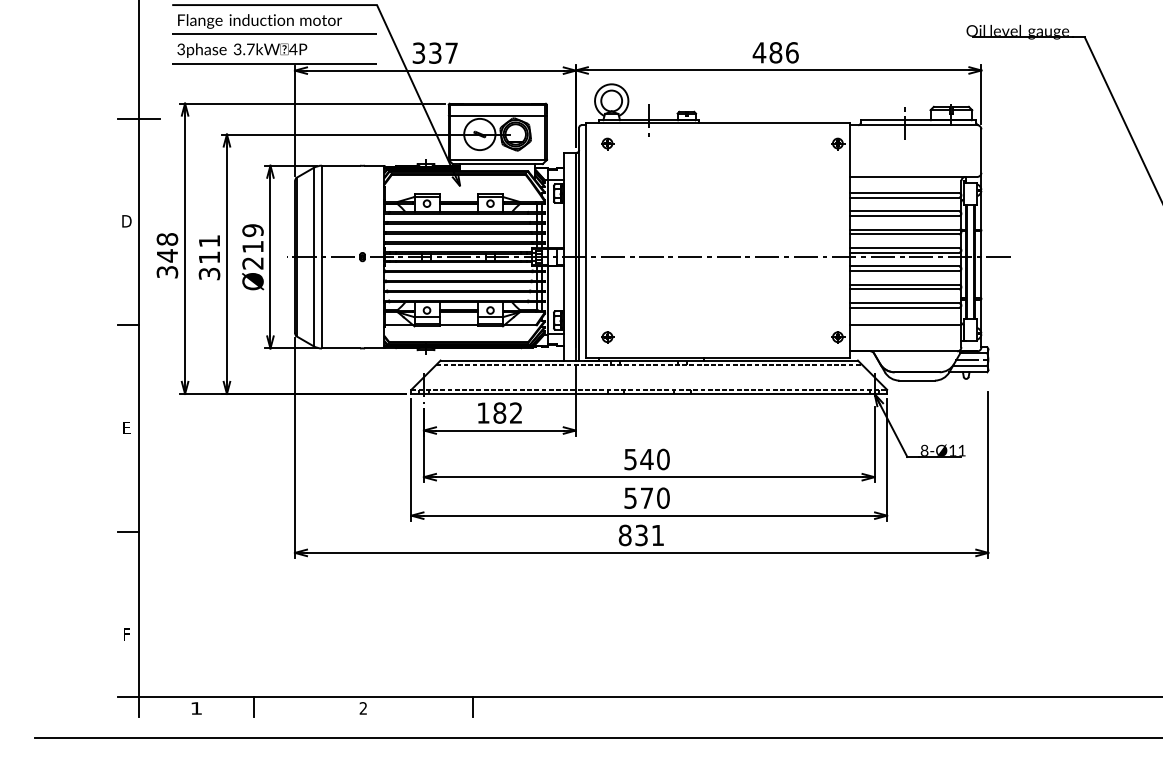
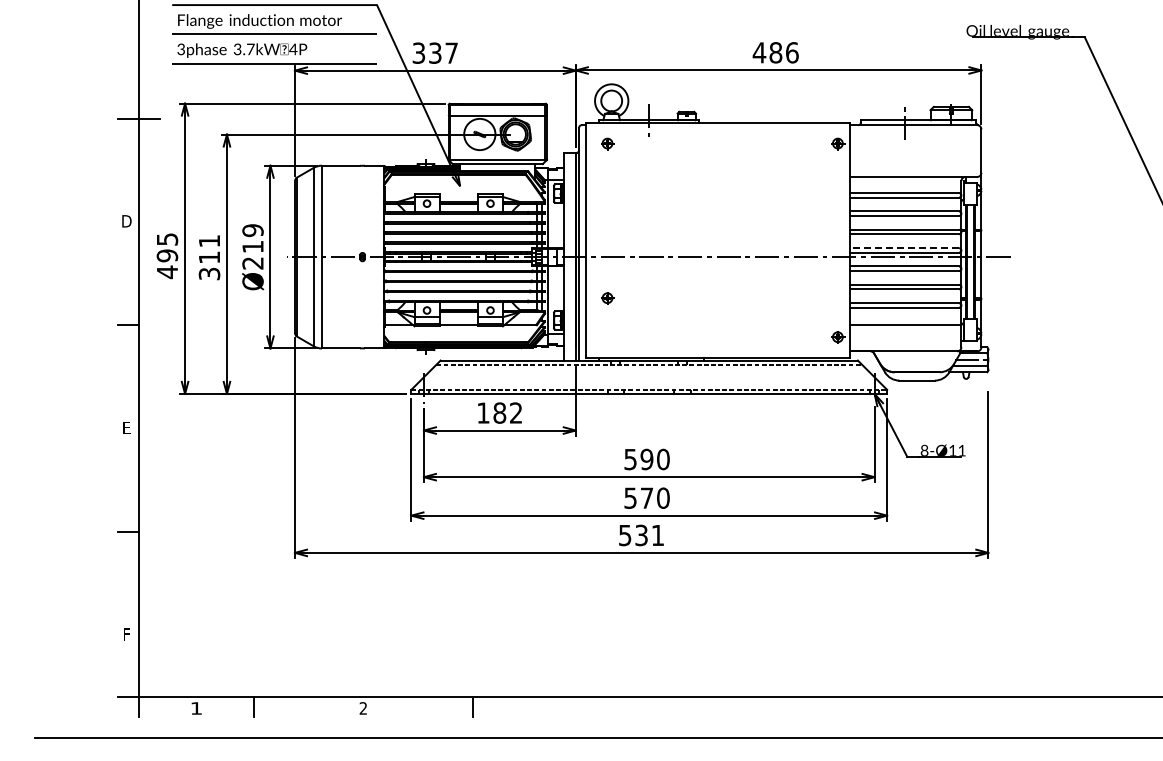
line at (904, 248): solid -> dashed
text at (167, 256): 348 -> 495
part at (607, 337) position: (607, 337) -> (607, 298)
text at (646, 459): 540 -> 590
text at (624, 535): 831 -> 531
